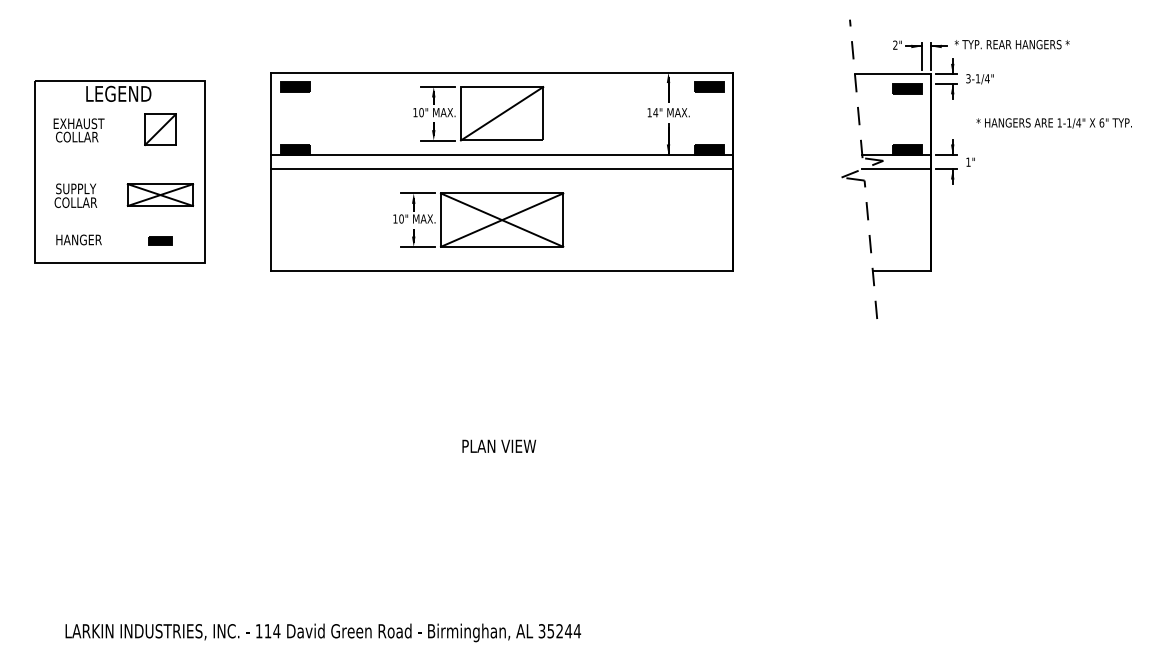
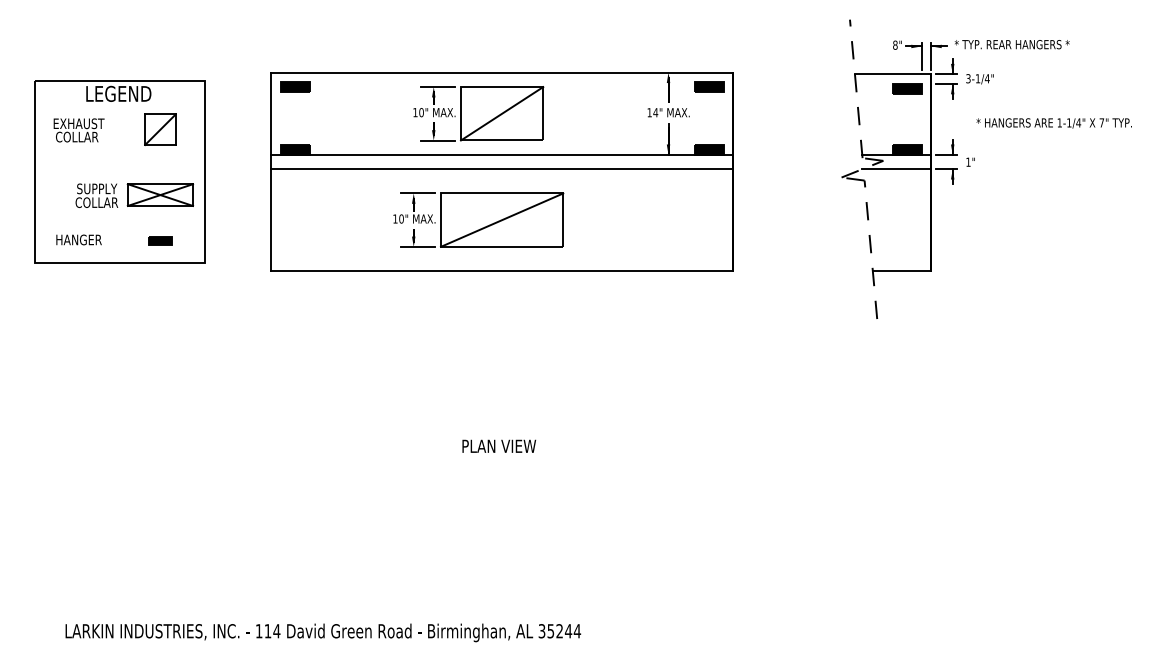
text at (895, 44): 2" -> 8"
text at (1101, 122): 6" -> 7"
text at (75, 195) position: (75, 195) -> (96, 195)
line at (501, 219): present -> none
